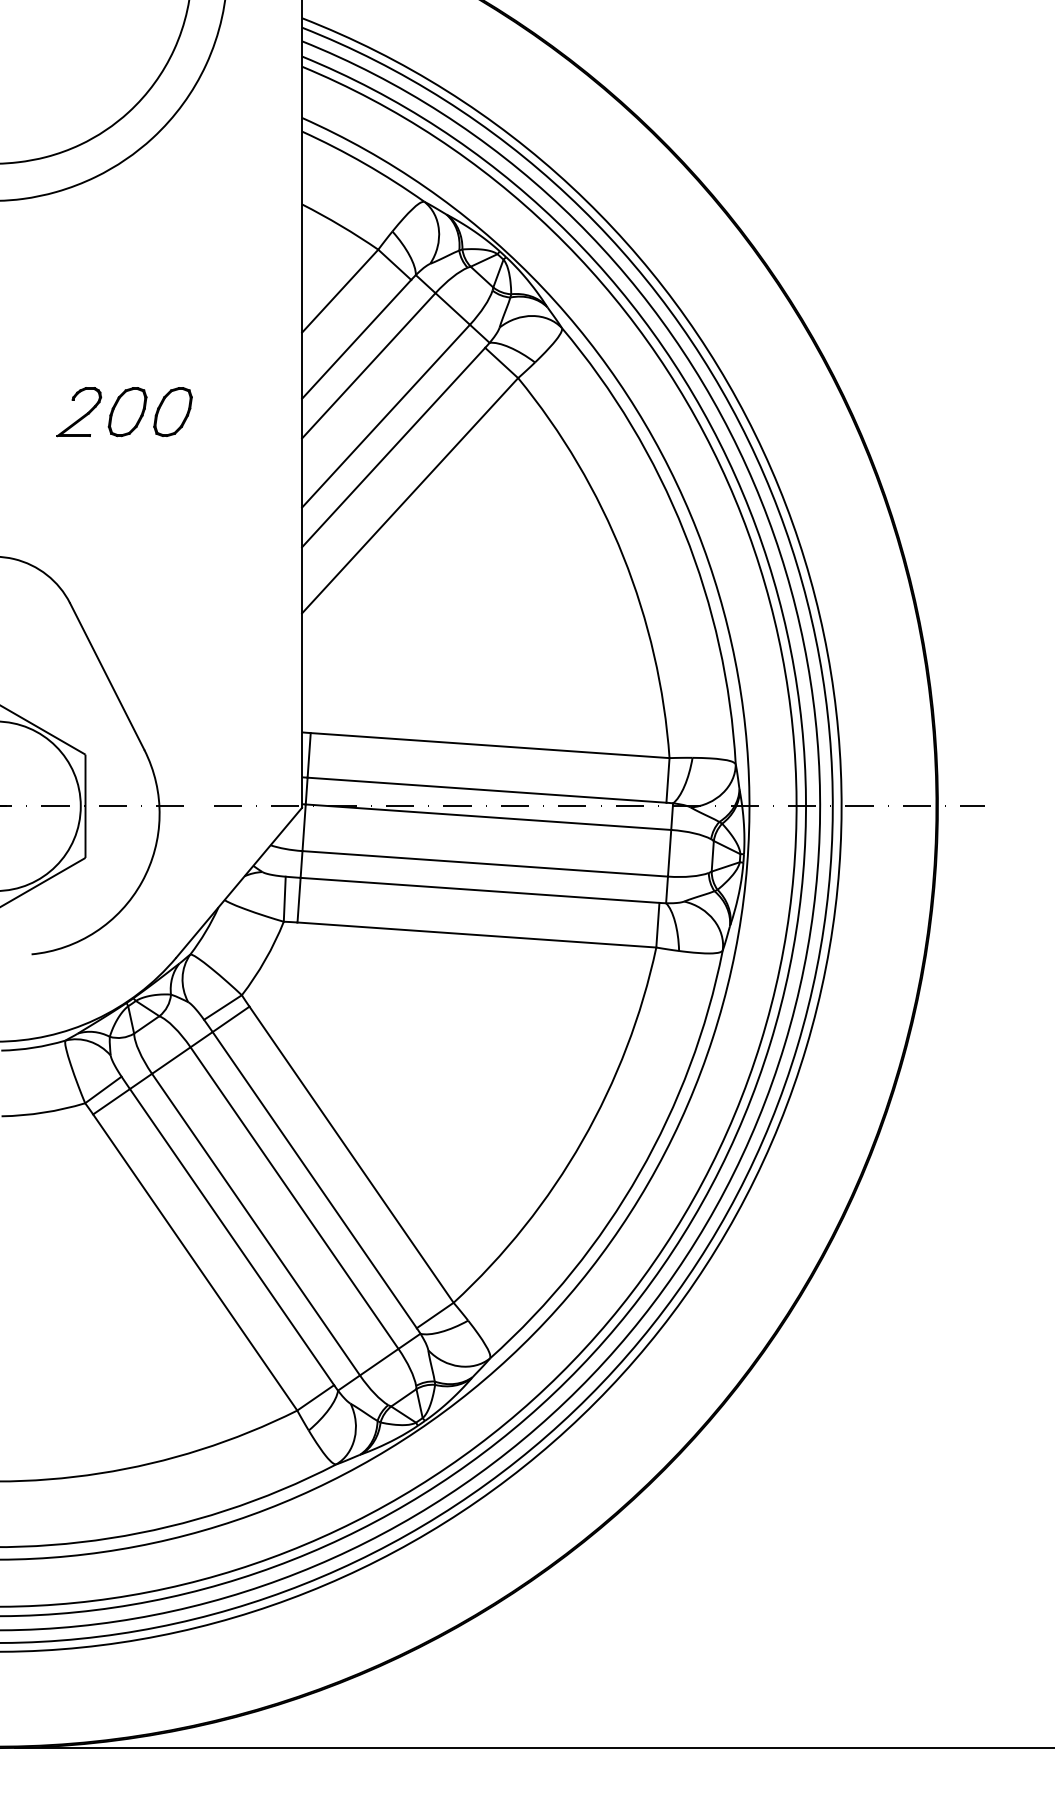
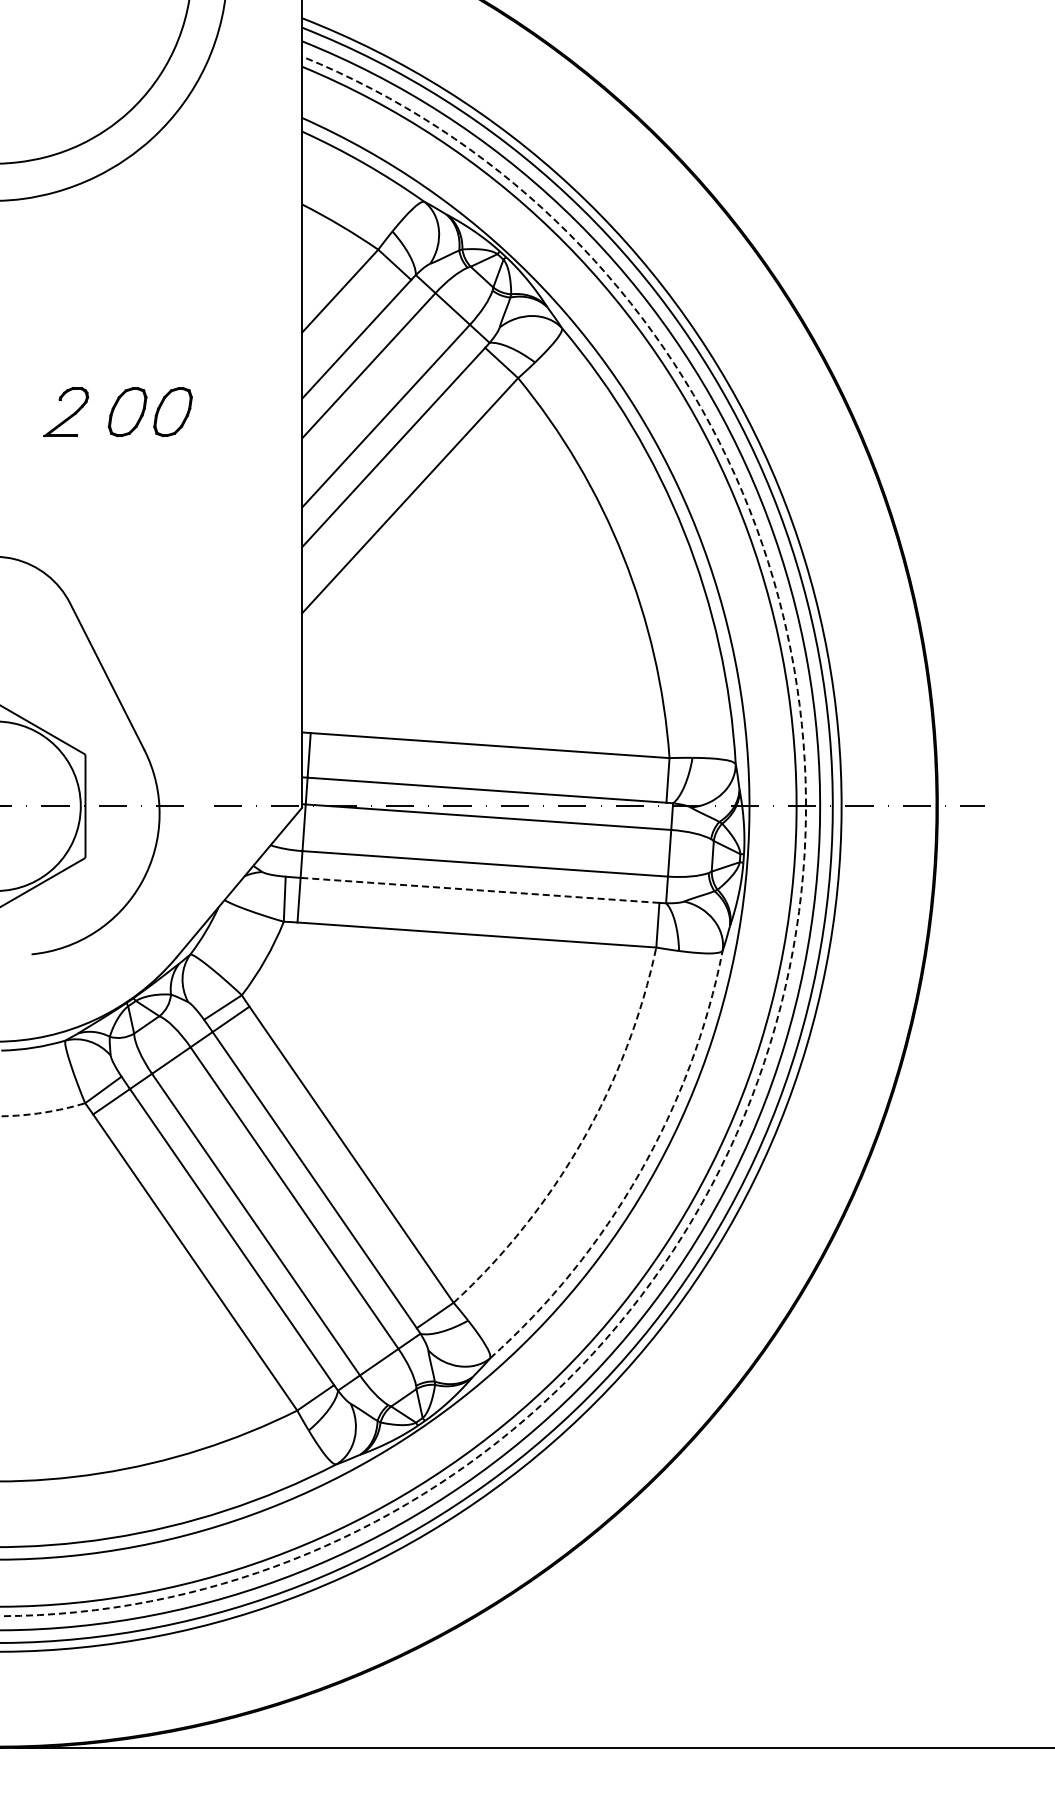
part at (79, 412) position: (79, 412) -> (66, 412)
line at (480, 890): solid -> dashed
arc at (791, 959): solid -> dashed
arc at (43, 1112): solid -> dashed
arc at (582, 1140): solid -> dashed
arc at (639, 1173): solid -> dashed
